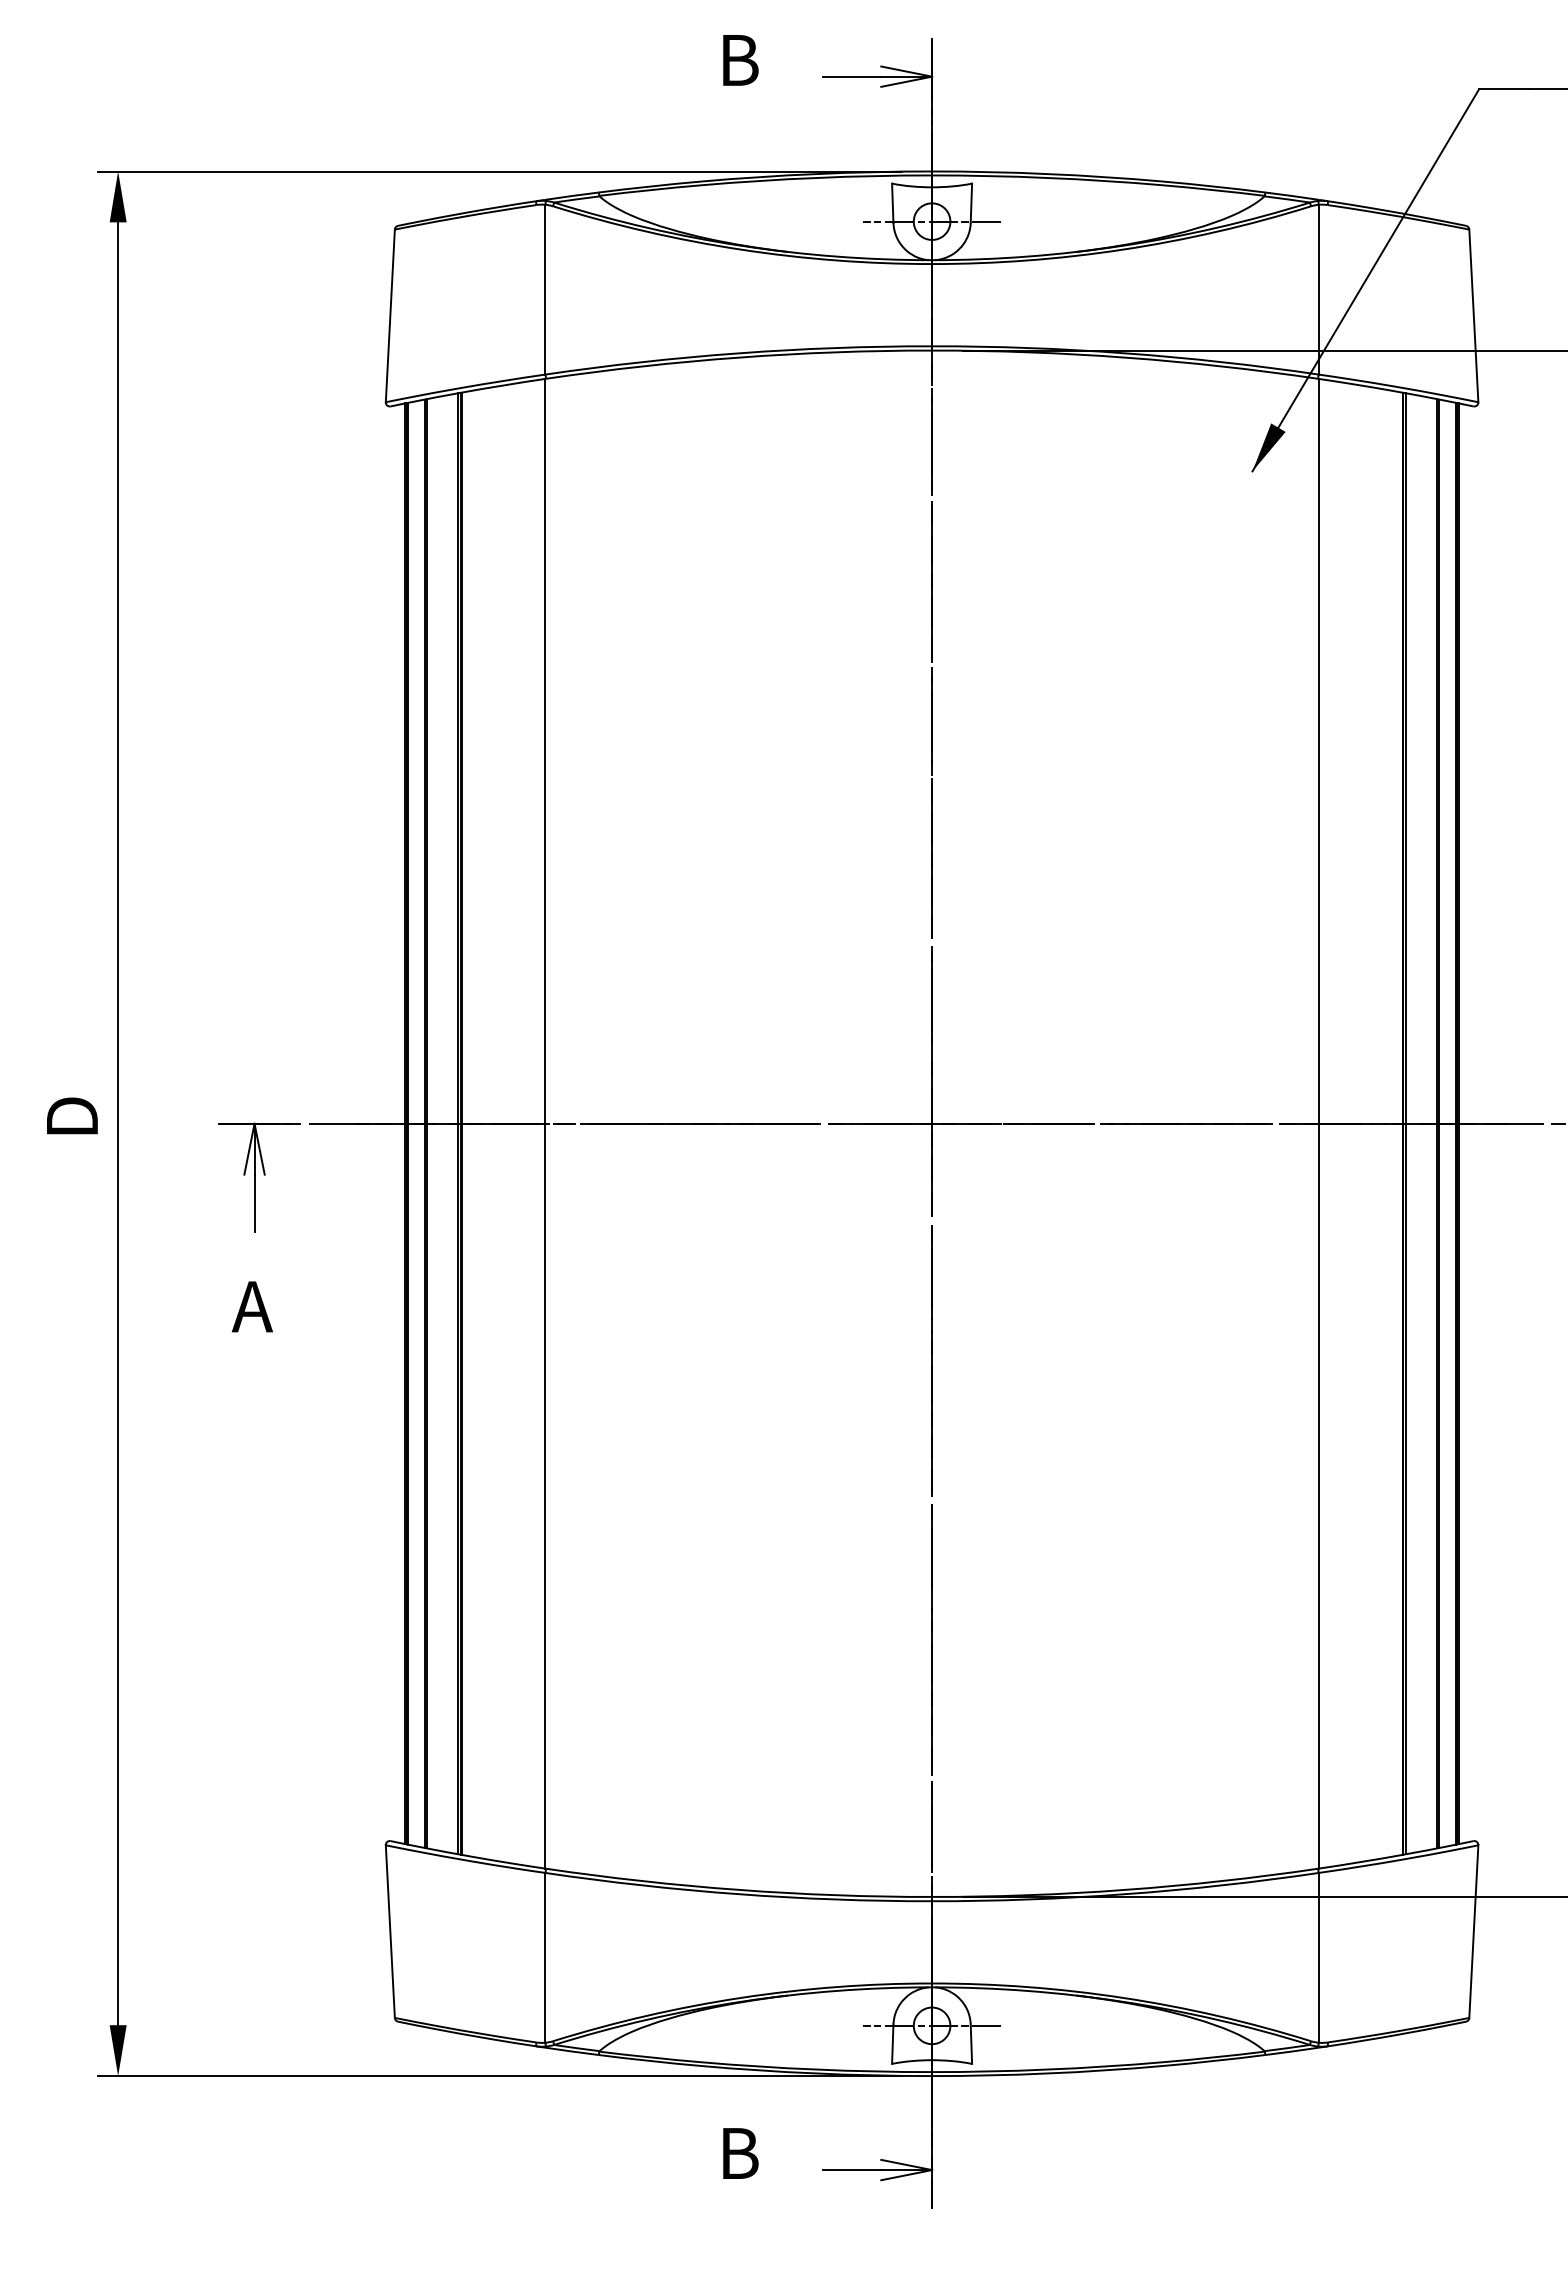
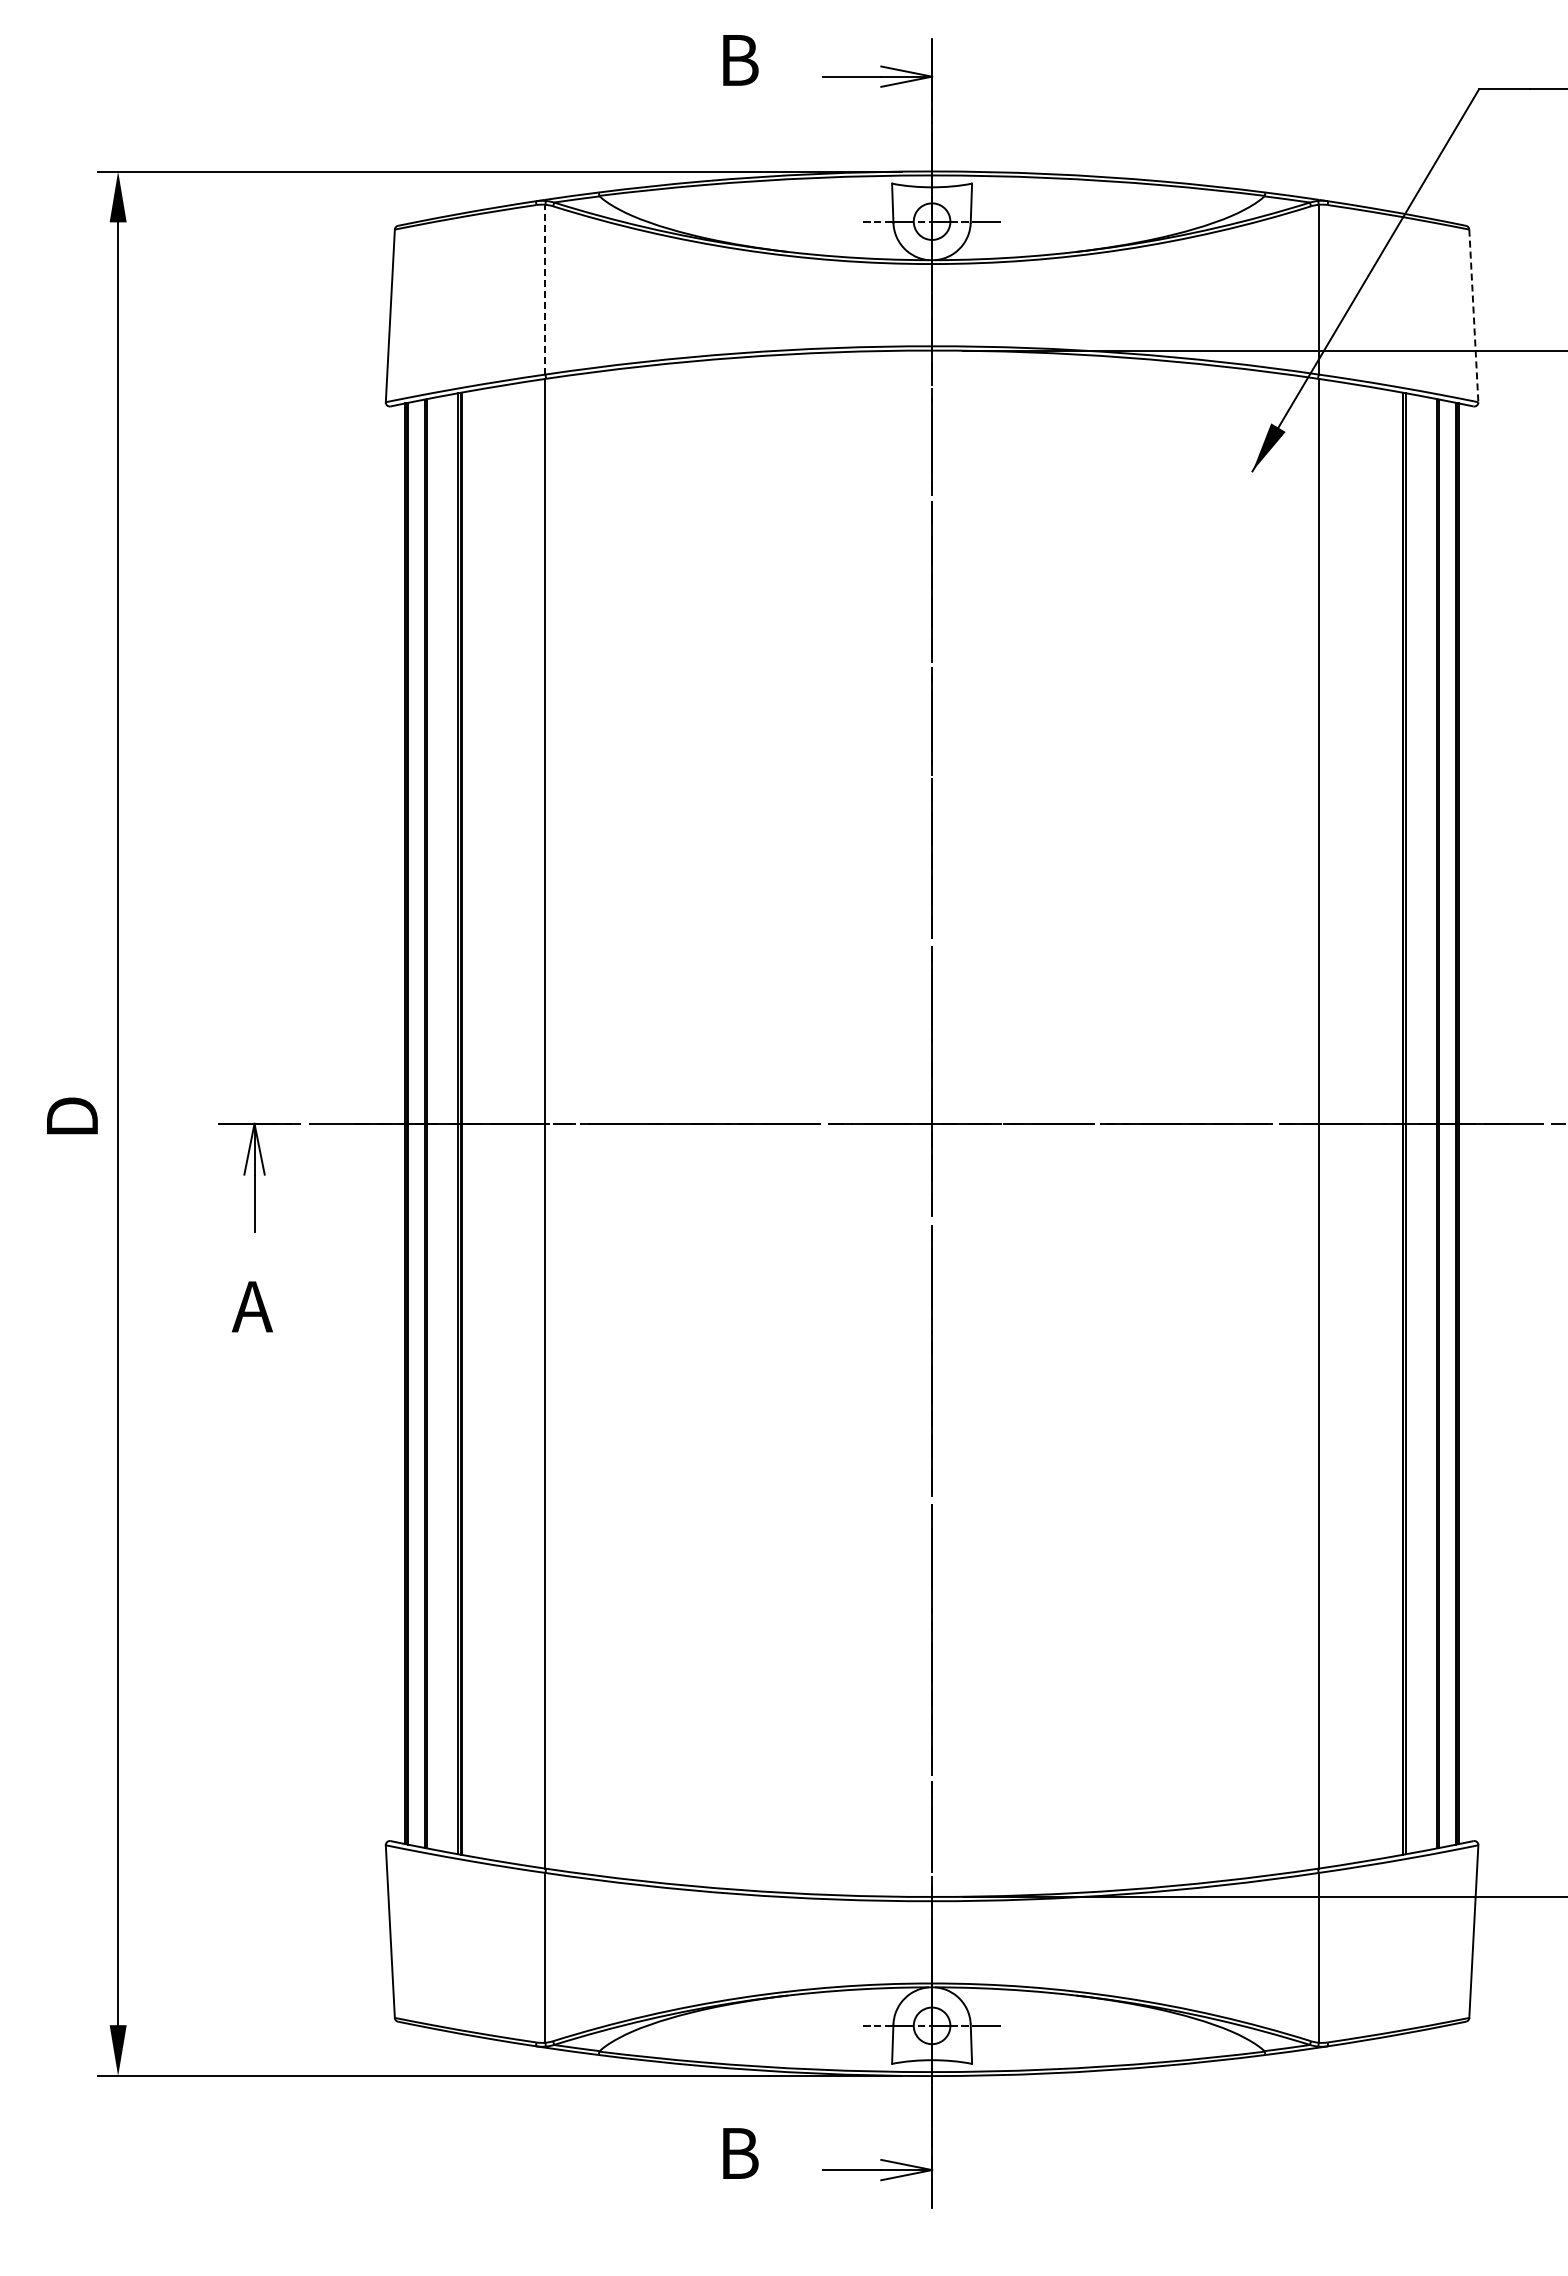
line at (545, 289): solid -> dashed
line at (1473, 316): solid -> dashed
